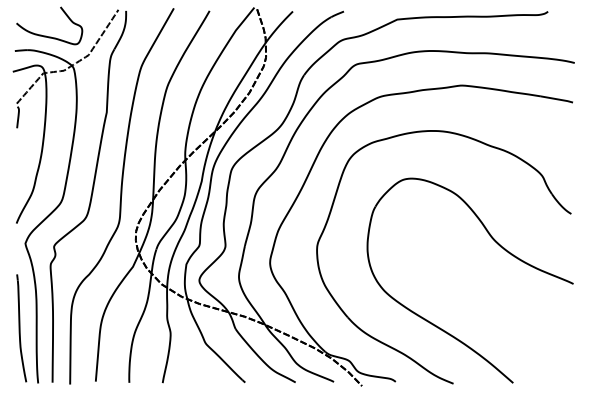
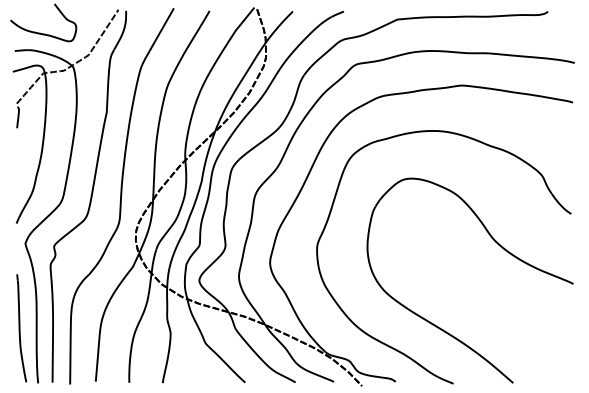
curve at (46, 35) position: (46, 35) -> (40, 32)
